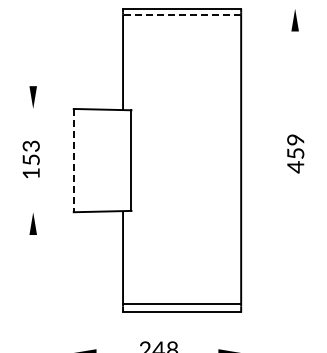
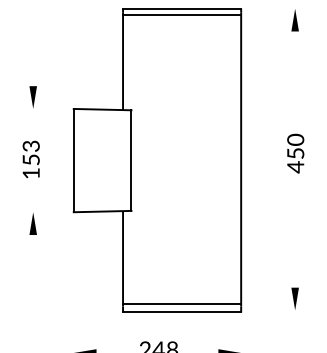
line at (181, 14): dashed -> solid
text at (296, 139): 459 -> 450
line at (73, 160): dashed -> solid
part at (294, 298): none -> present
